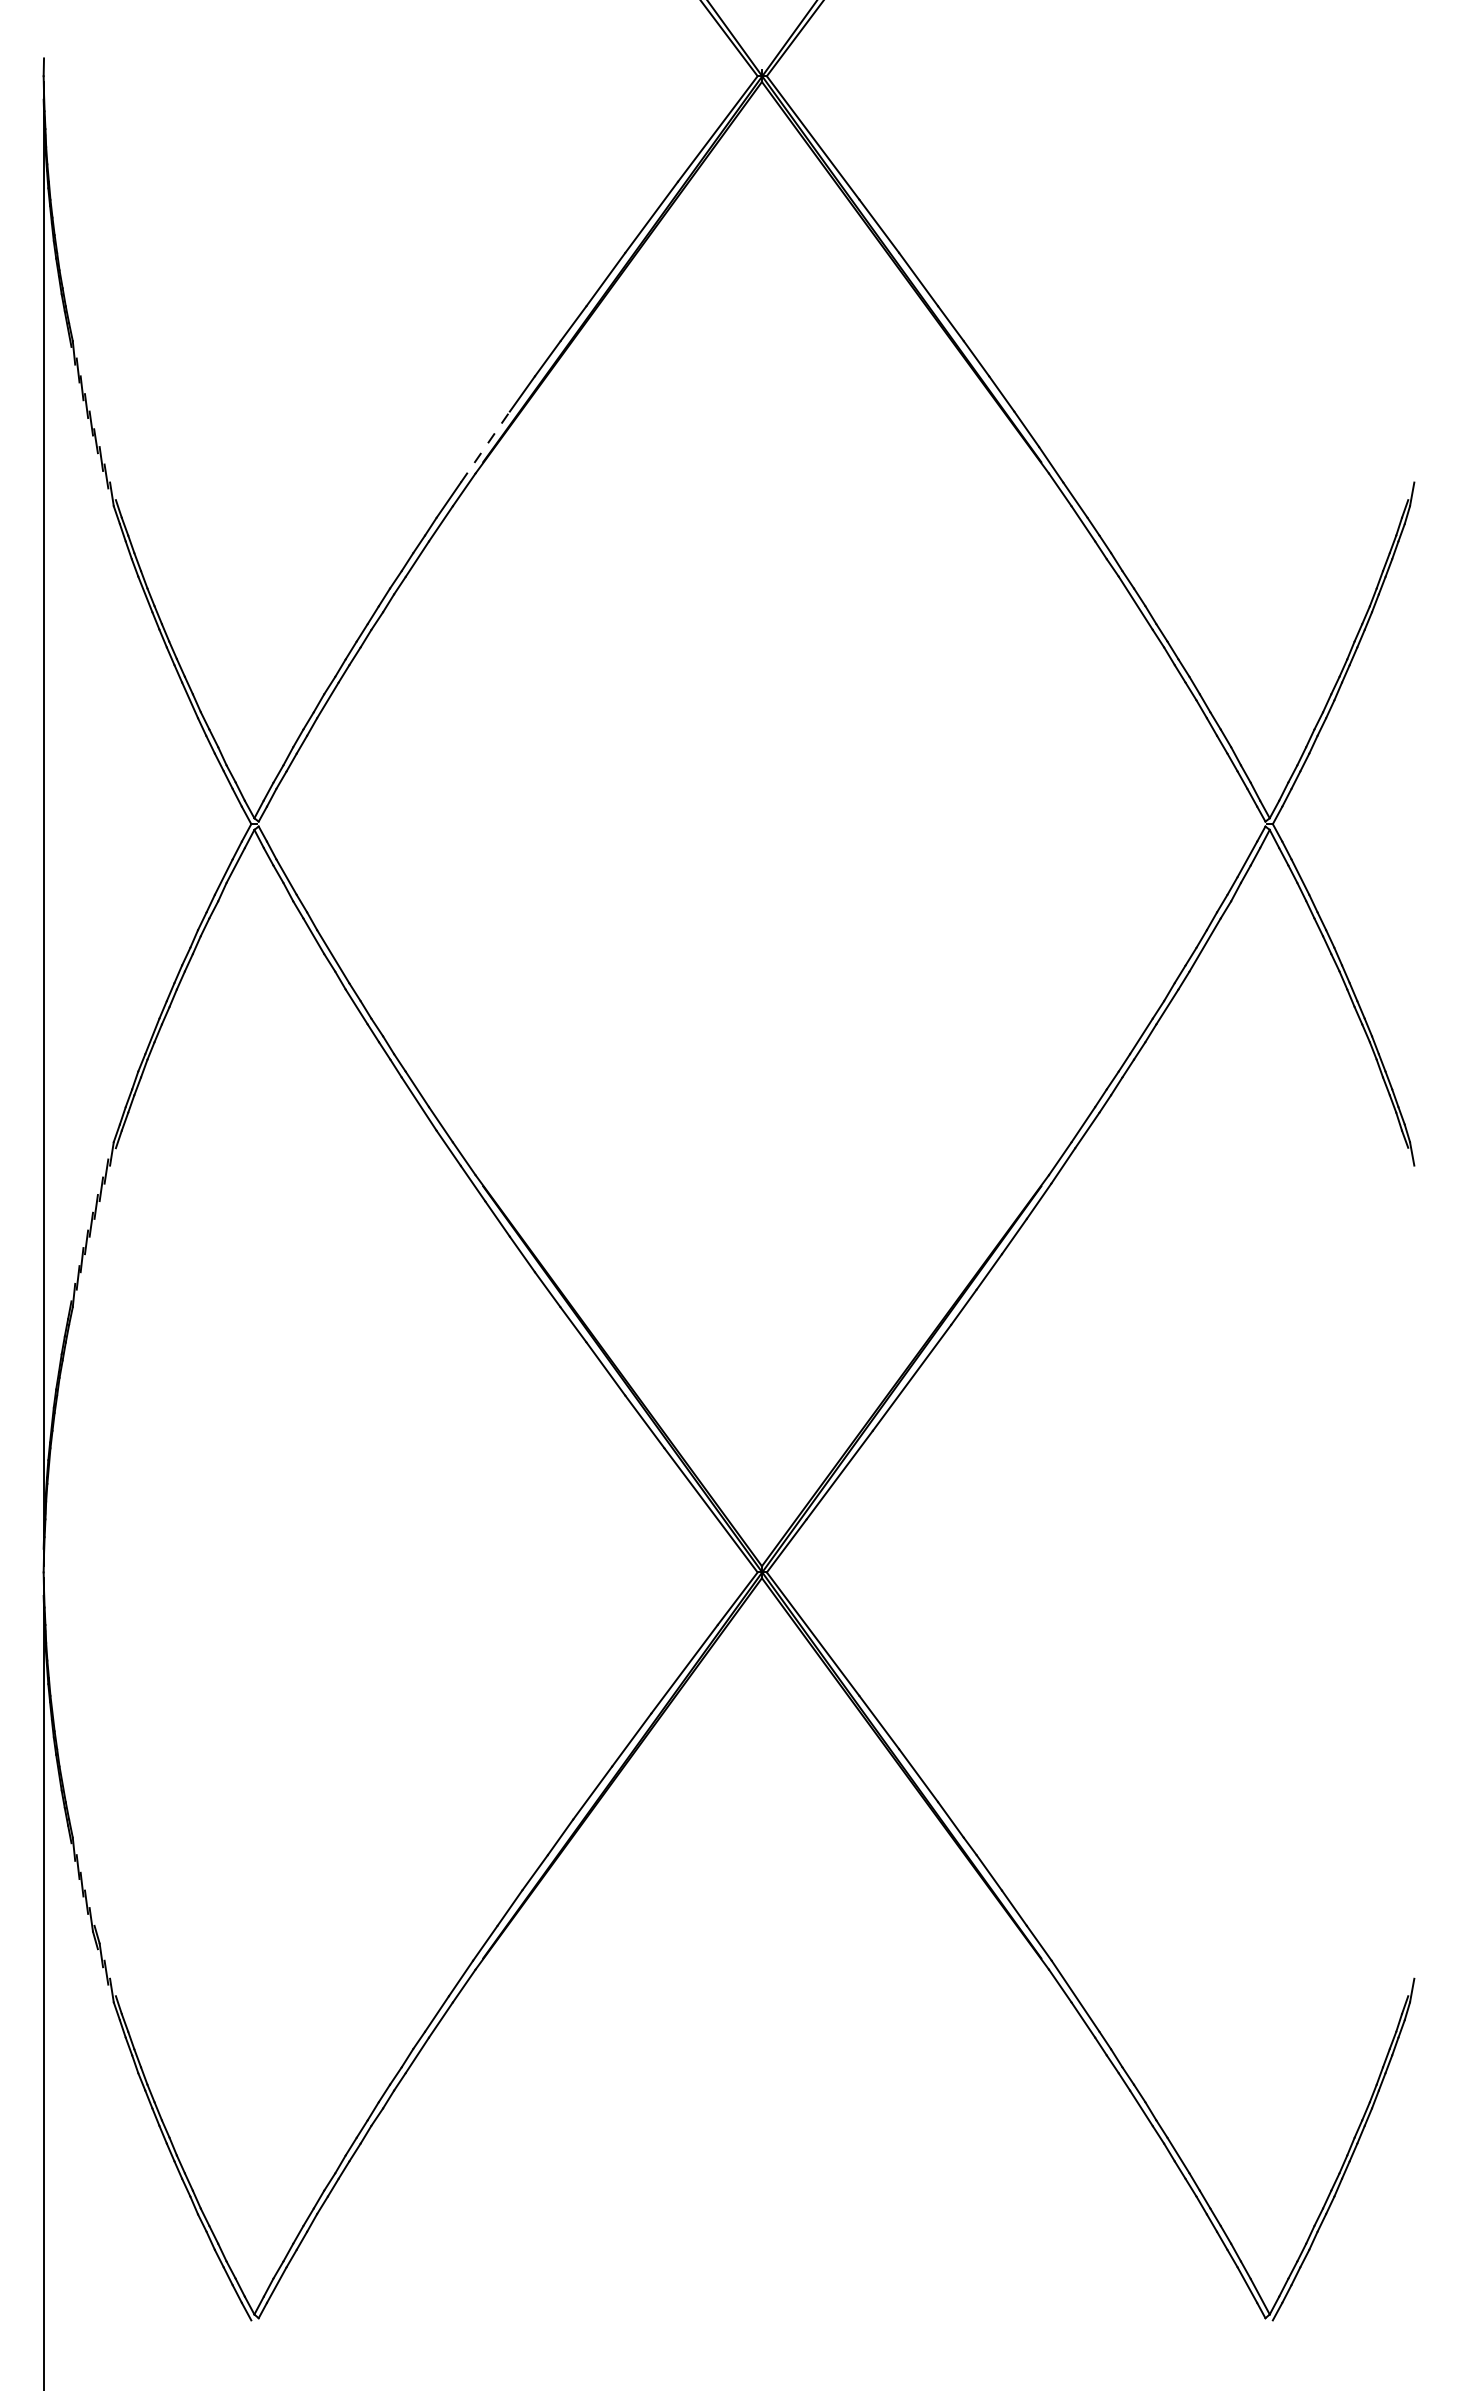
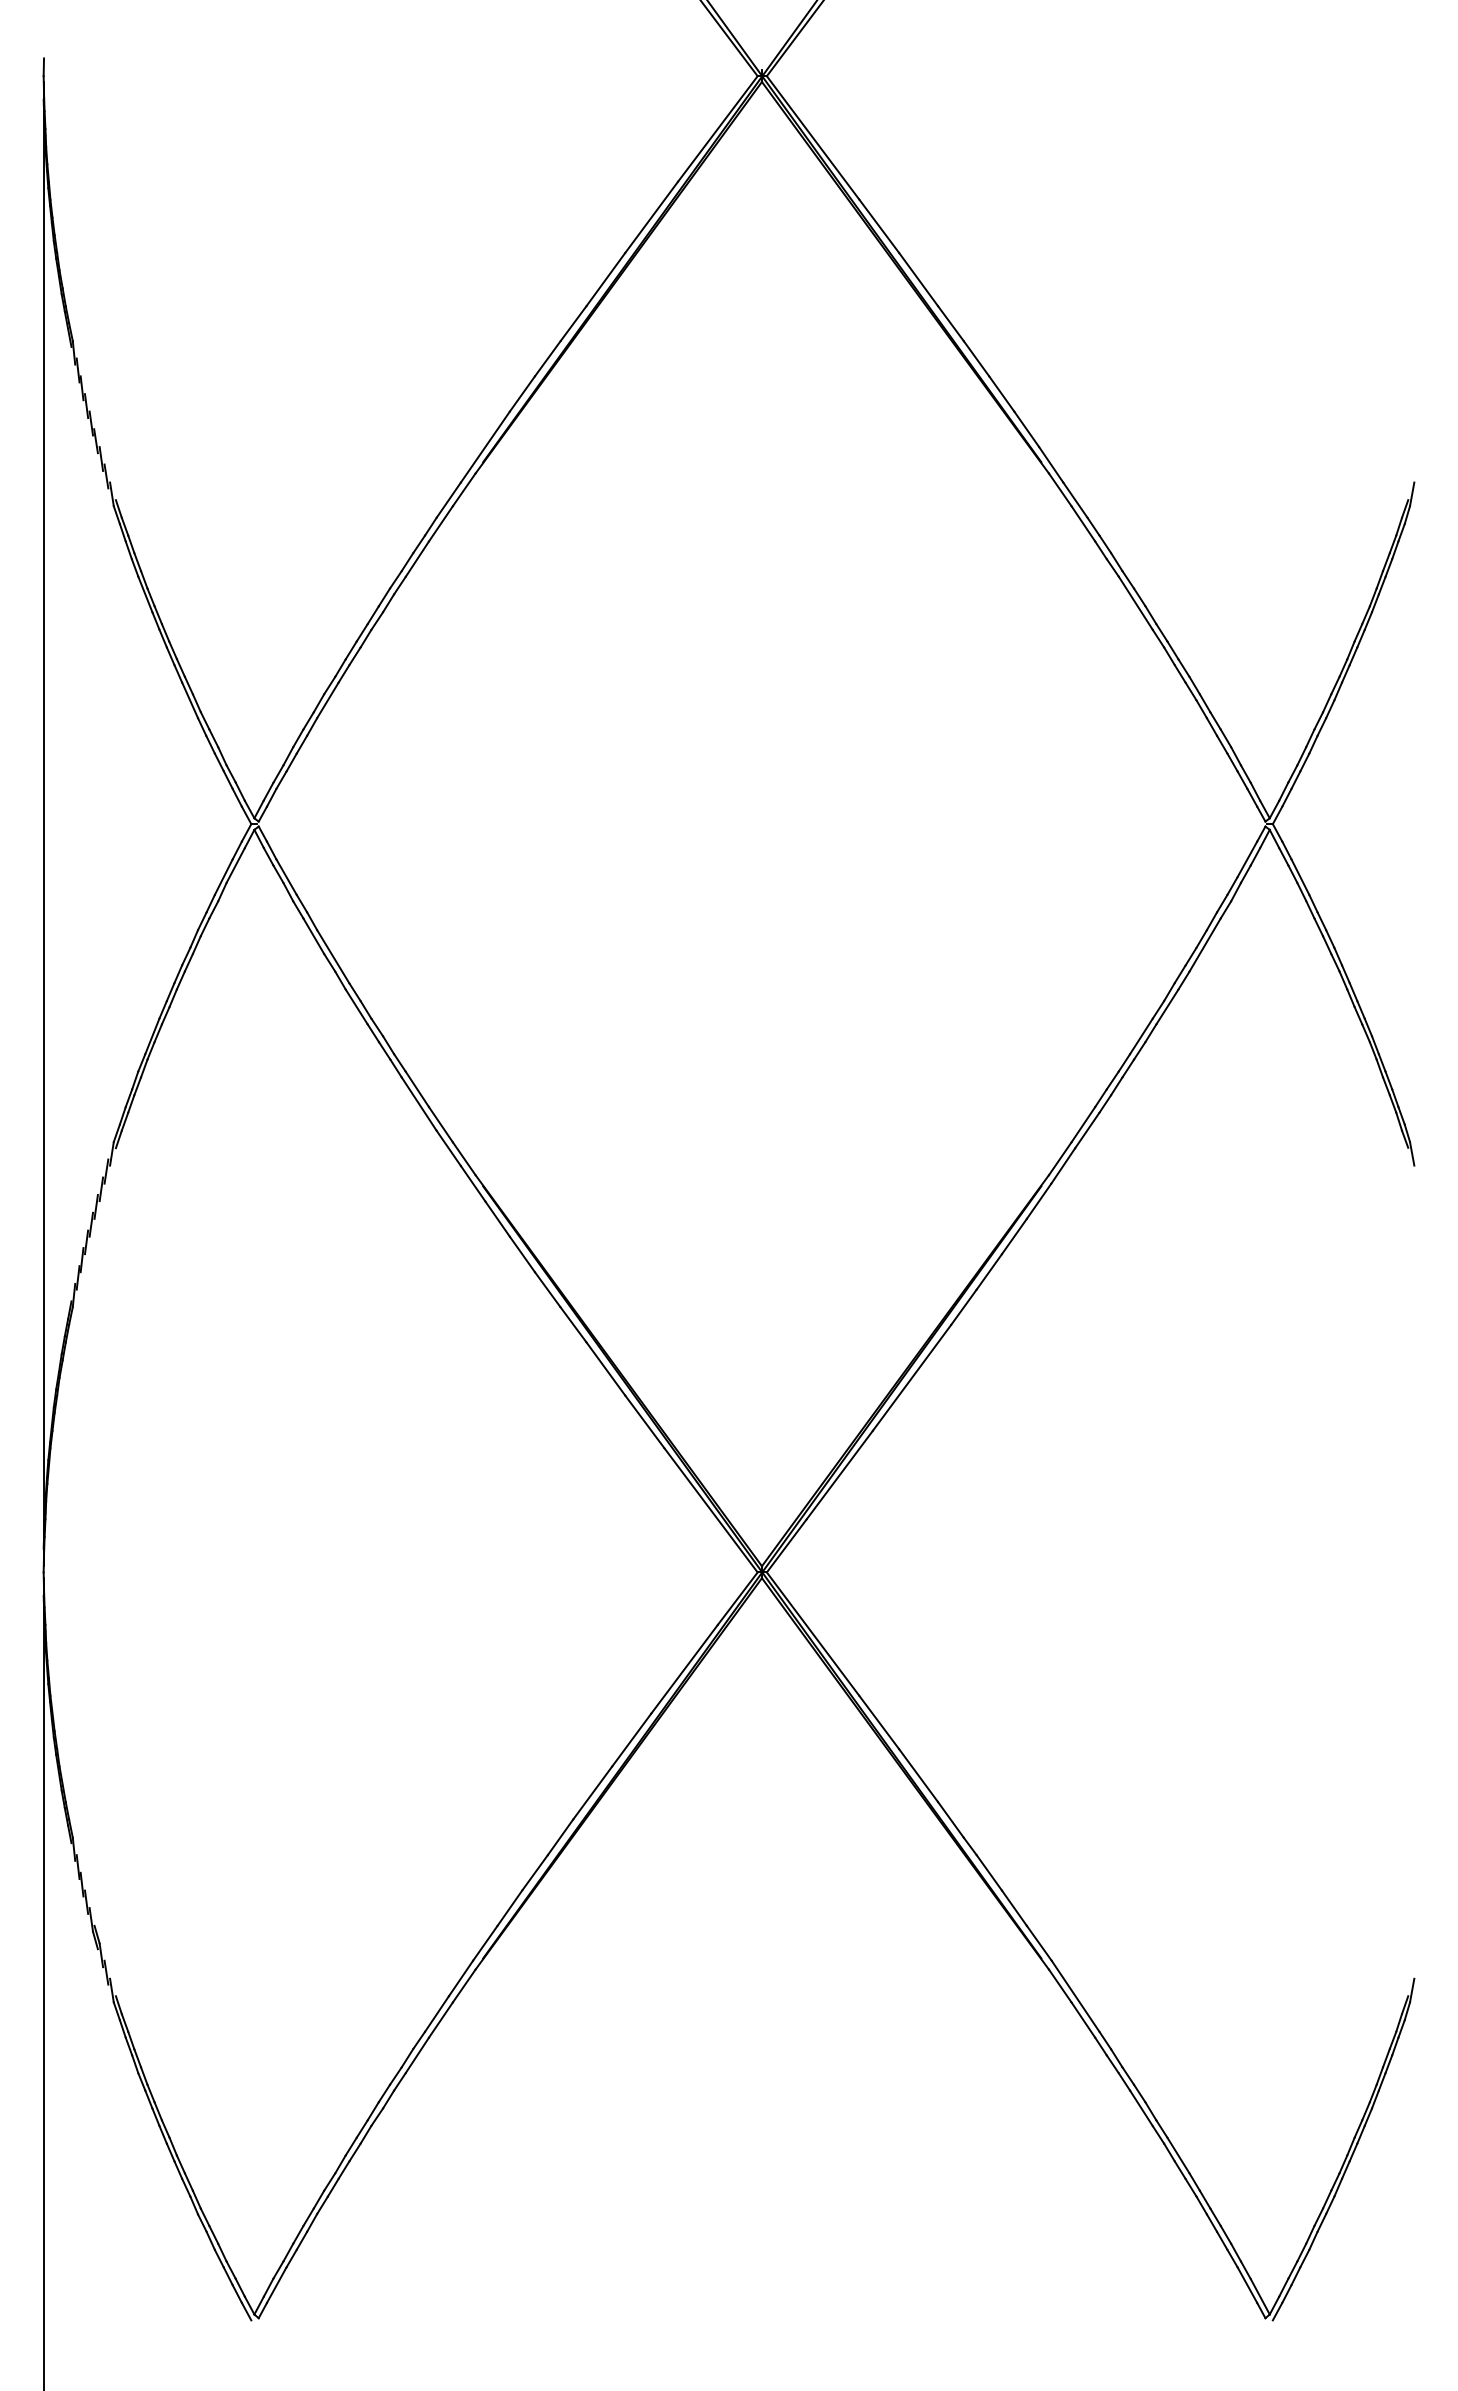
line at (485, 446): dashed -> solid
